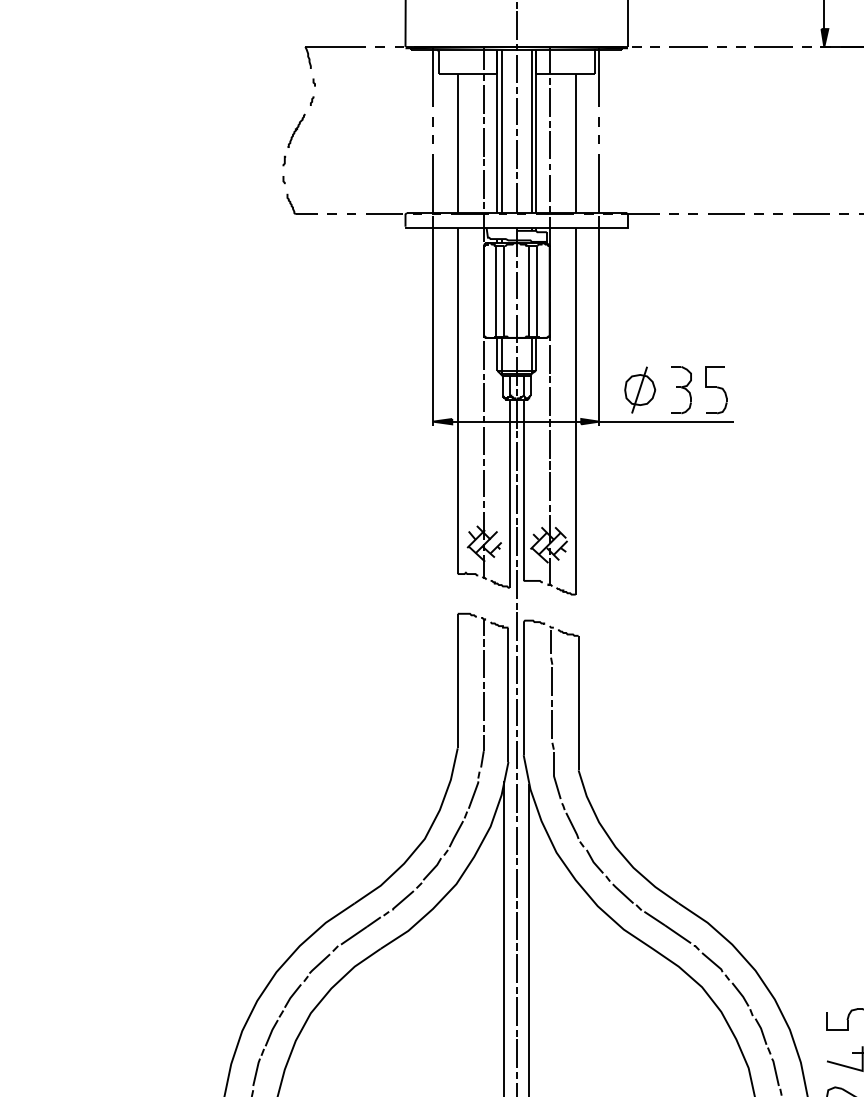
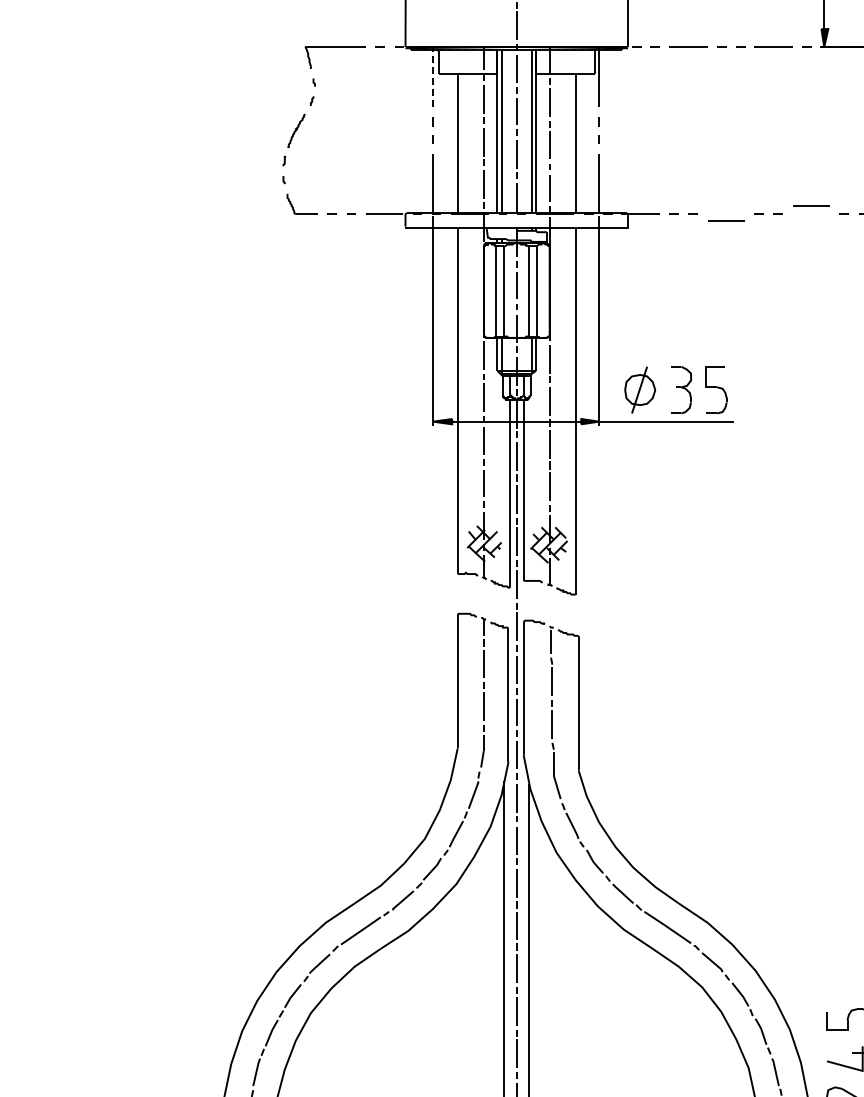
line at (433, 76): solid -> dashed
line at (726, 213) position: (726, 213) -> (726, 220)
line at (811, 213) position: (811, 213) -> (811, 205)
